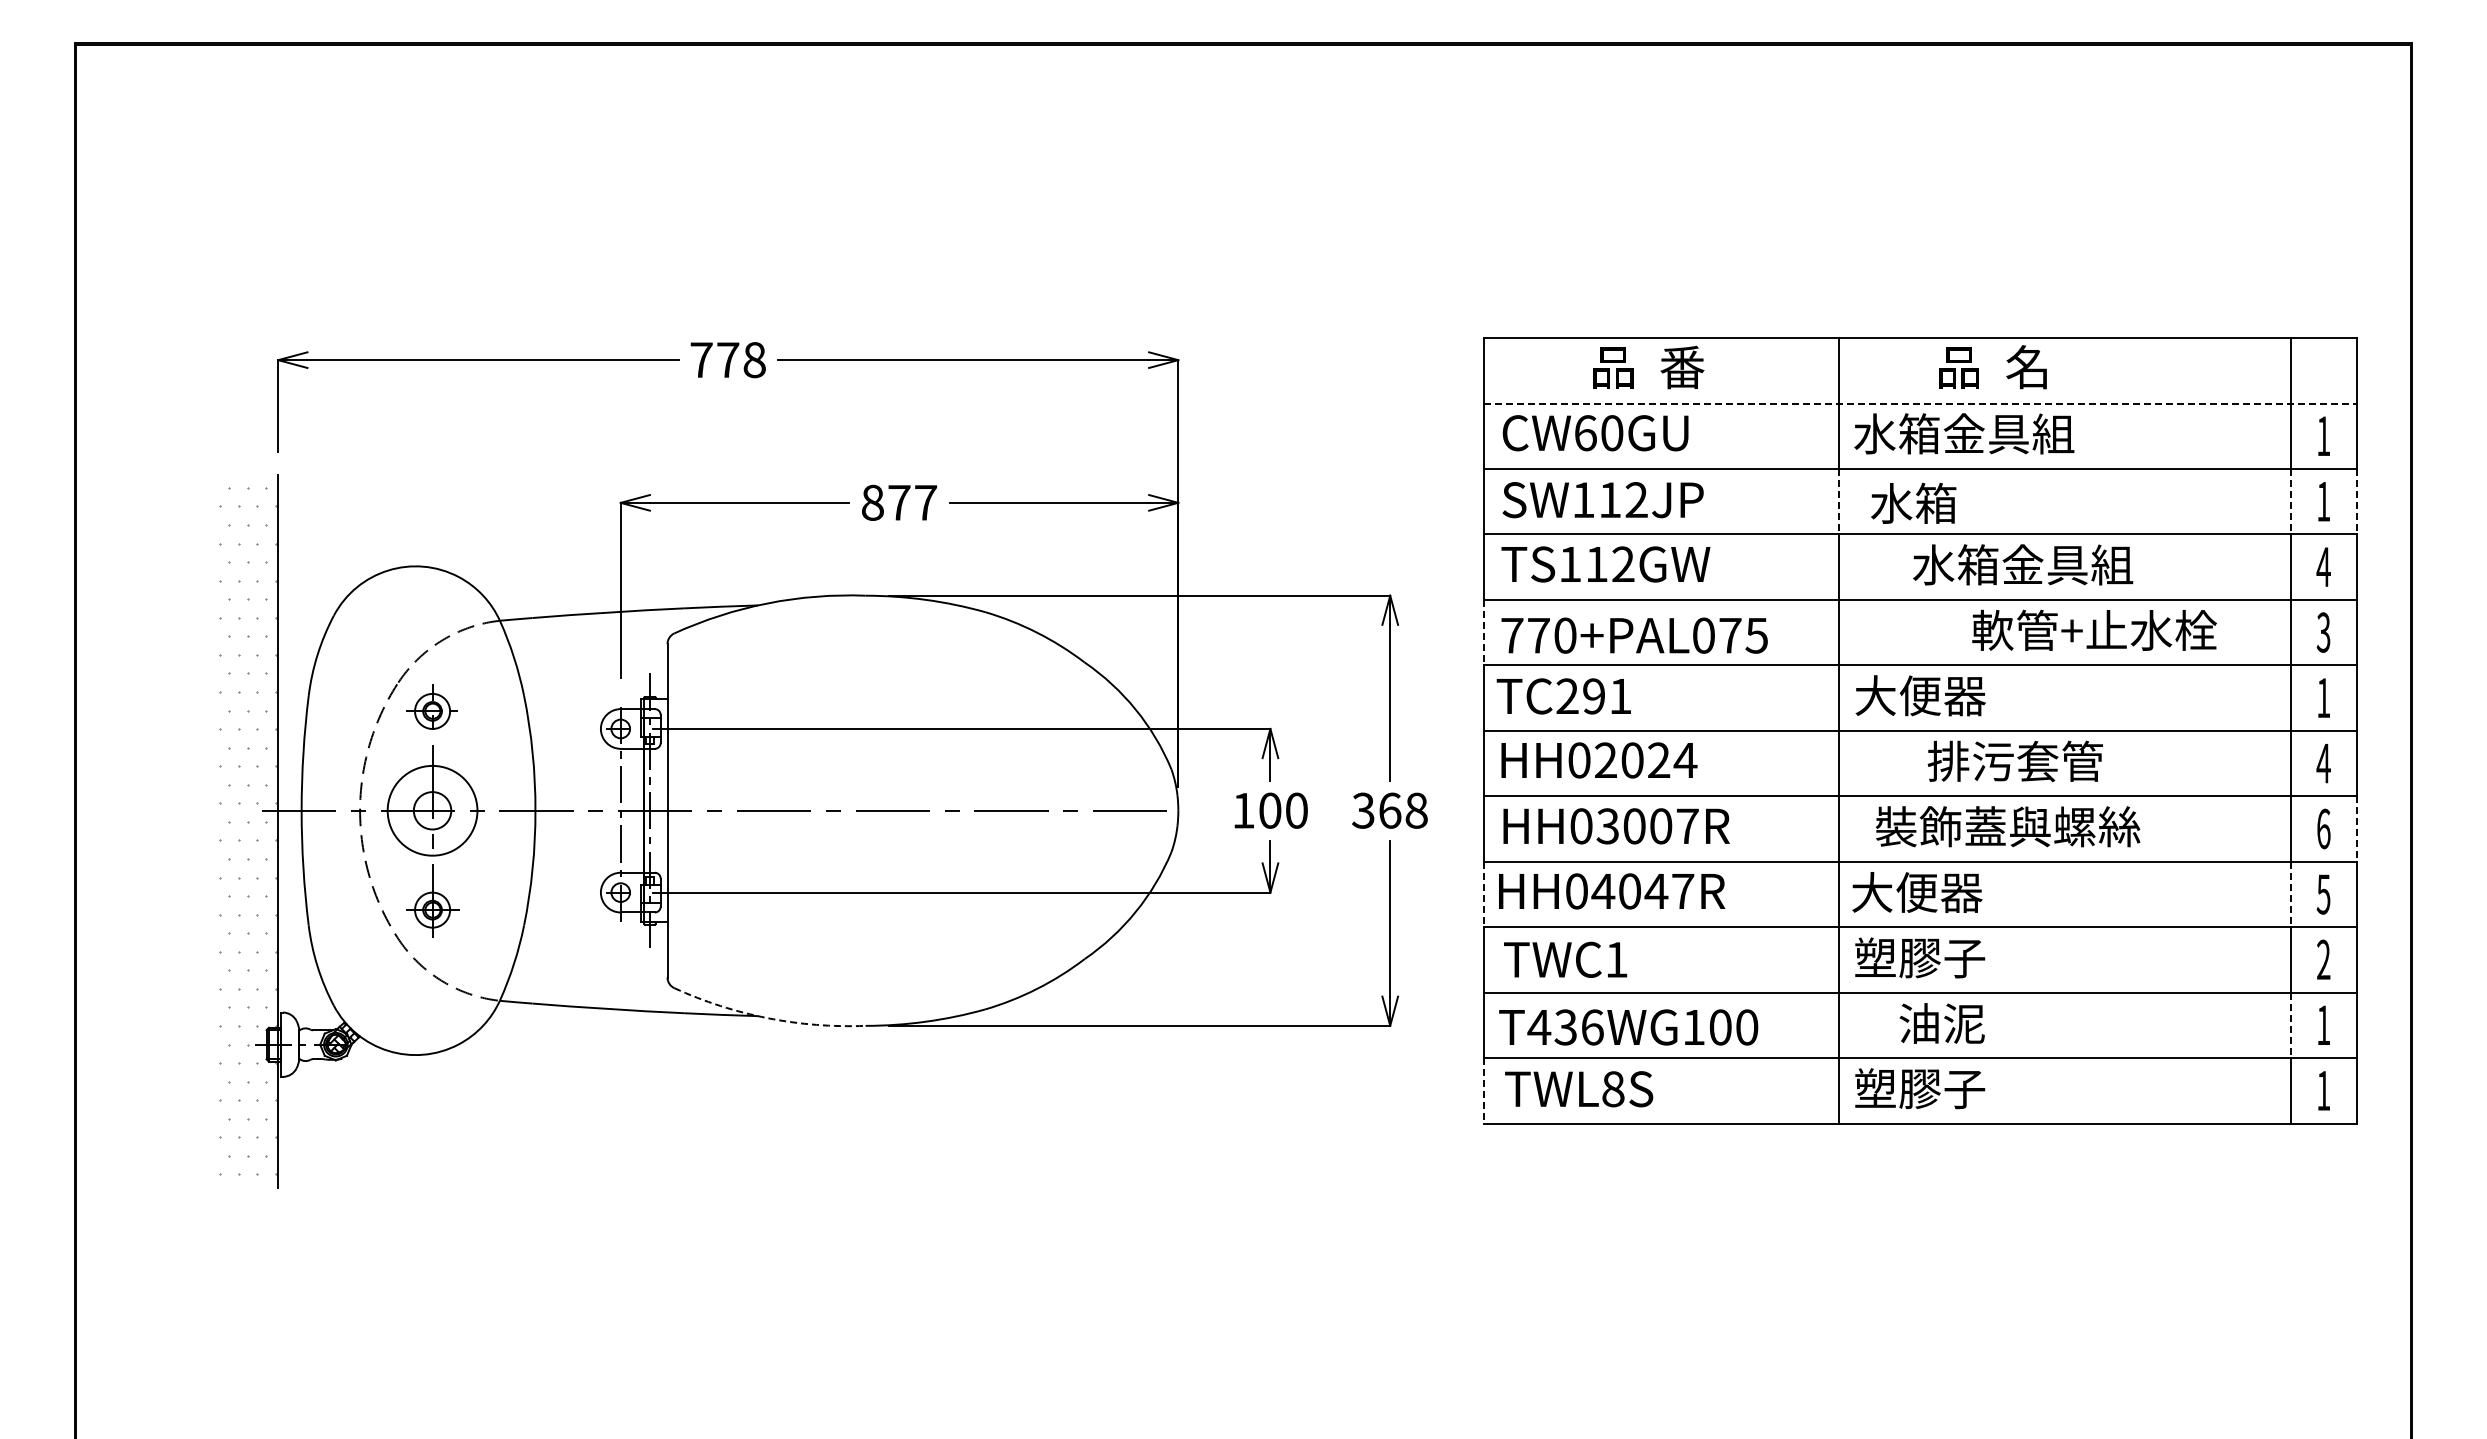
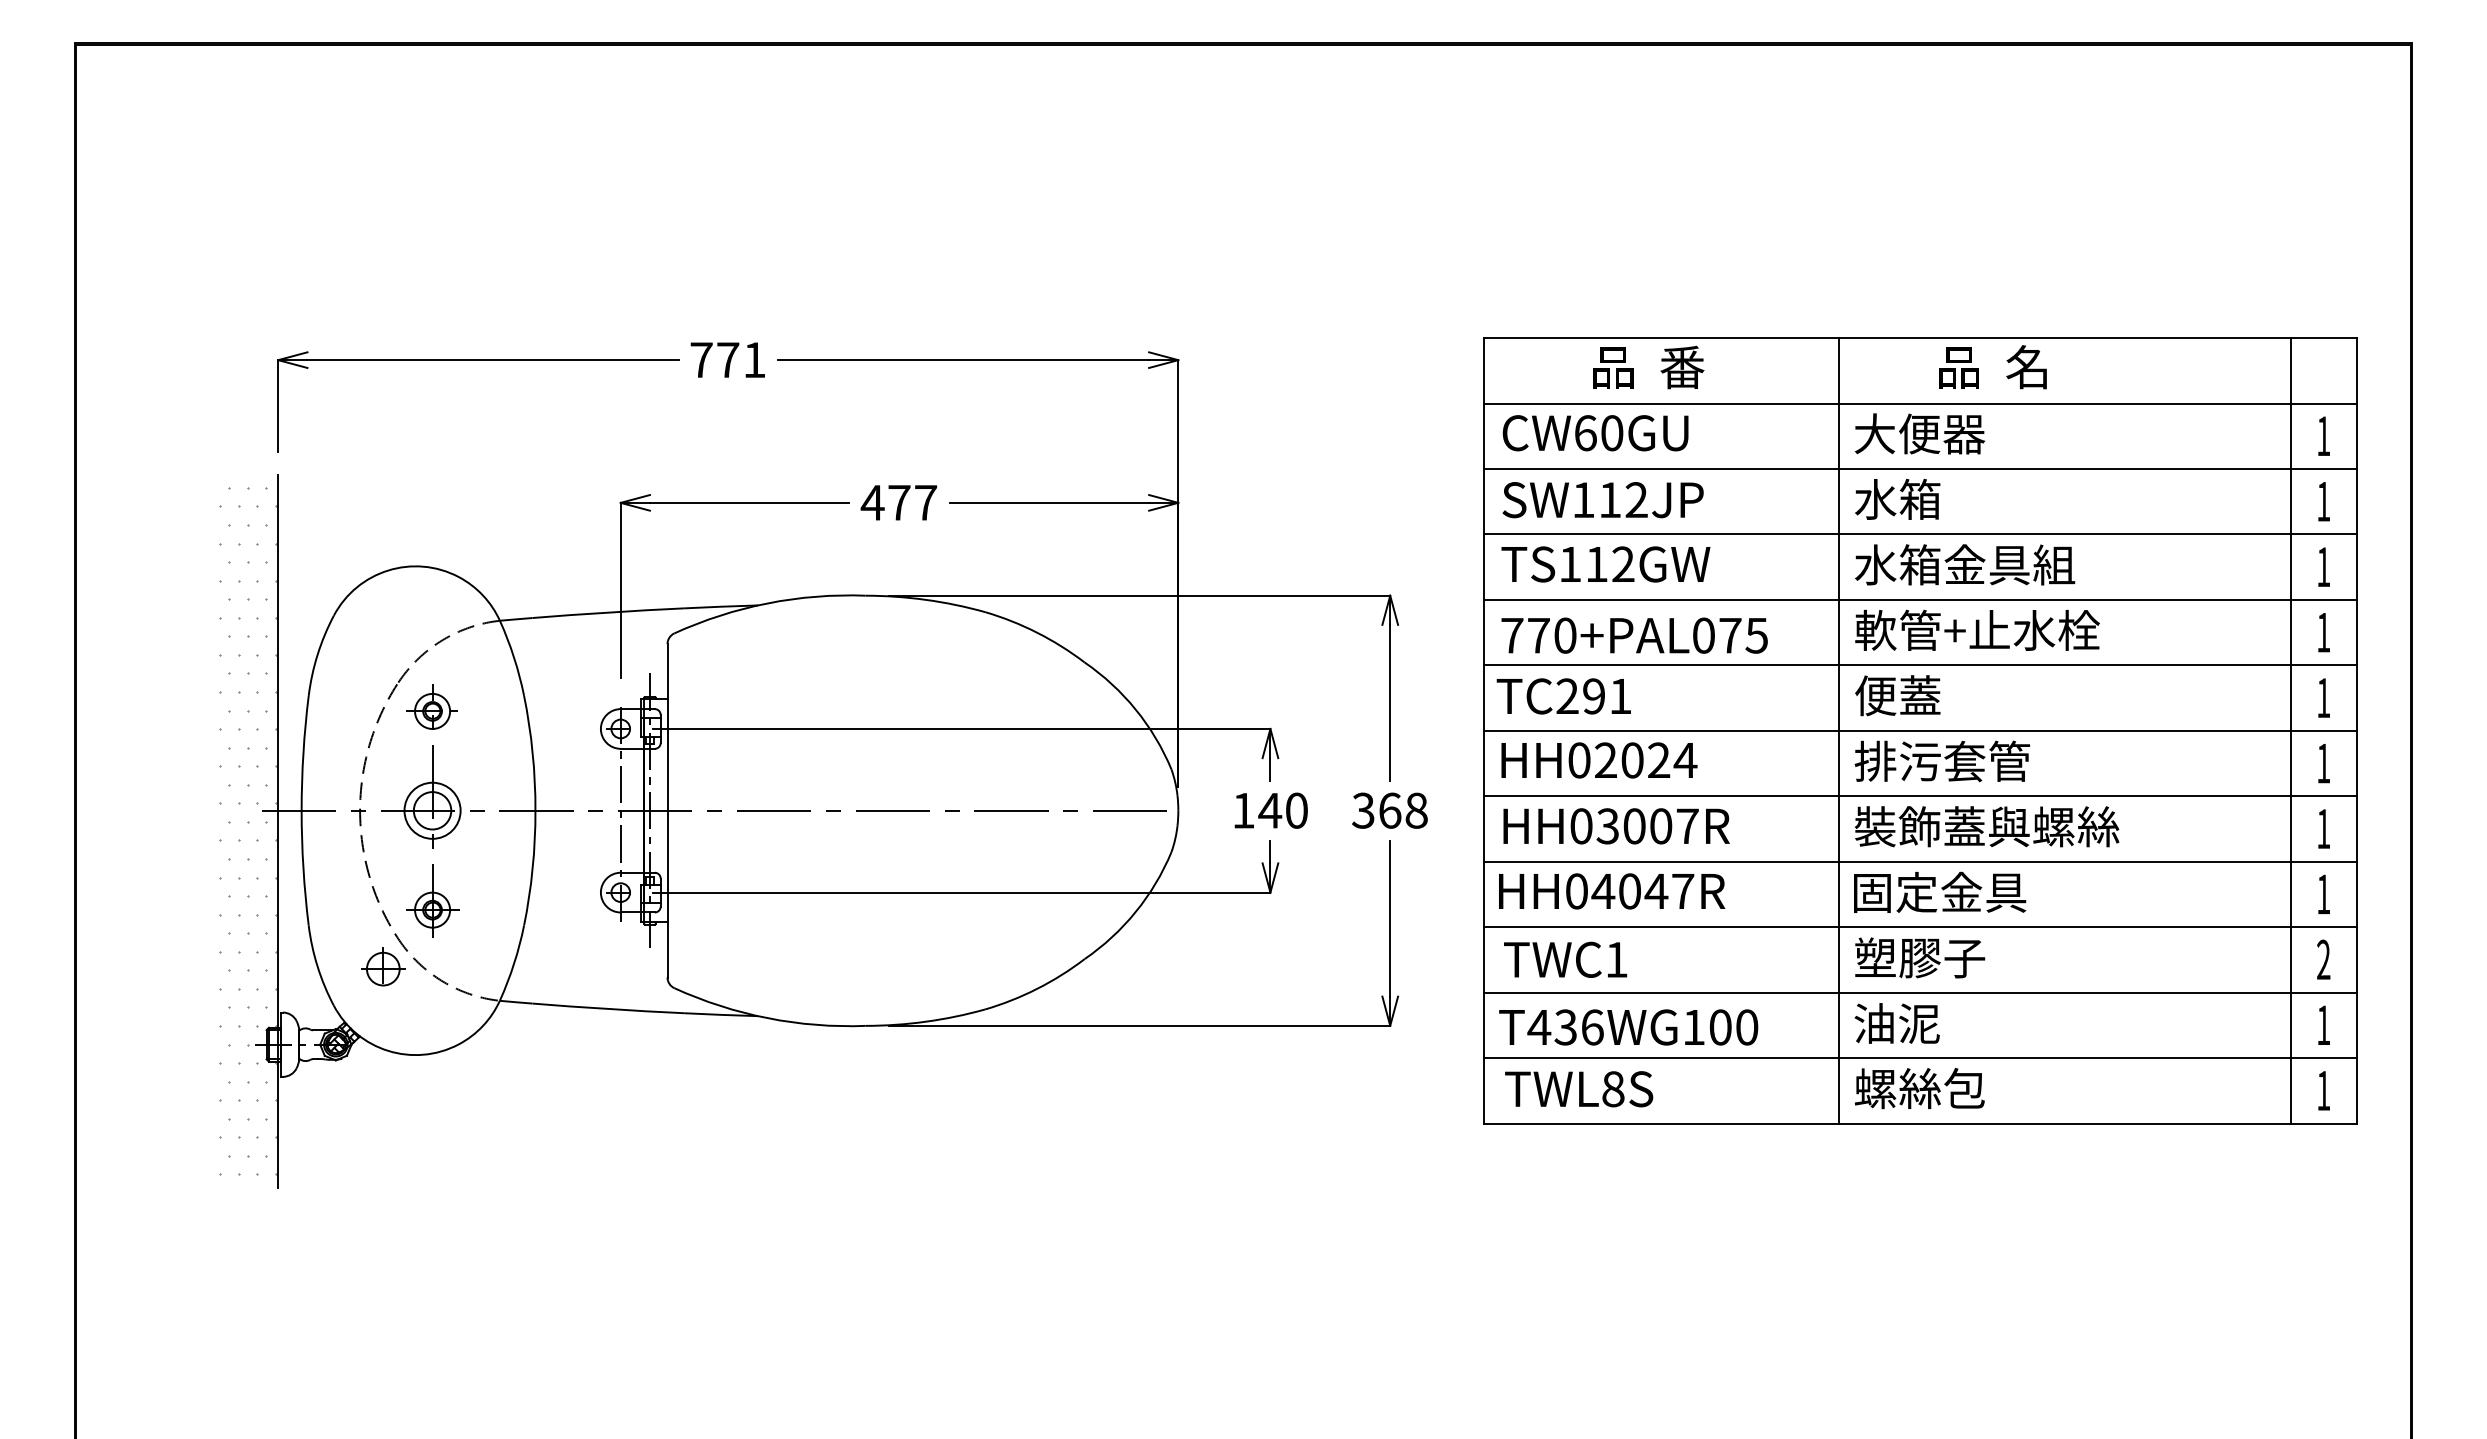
text at (754, 360): 778 -> 771
line at (1920, 403): dashed -> solid
text at (1964, 433): 水箱金具組 -> 大便器
line at (1839, 501): dashed -> solid
line at (2291, 501): dashed -> solid
line at (2356, 501): dashed -> solid
text at (872, 502): 877 -> 477
text at (1913, 502) position: (1913, 502) -> (1897, 498)
text at (2023, 564) position: (2023, 564) -> (1965, 564)
text at (2323, 566): 4 -> 1
text at (2094, 629) position: (2094, 629) -> (1977, 629)
line at (1484, 632): dashed -> solid
text at (2323, 632): 3 -> 1
text at (1920, 695): 大便器 -> 便蓋
text at (2014, 761) position: (2014, 761) -> (1941, 761)
text at (2323, 763): 4 -> 1
circle at (432, 810) diameter: 90 px -> 56 px
text at (1270, 810): 100 -> 140
text at (2008, 826) position: (2008, 826) -> (1987, 826)
text at (2323, 828): 6 -> 1
line at (2356, 829): dashed -> solid
text at (1939, 891): 大便器 -> 固定金具
line at (1484, 894): dashed -> solid
line at (2291, 894): dashed -> solid
text at (2323, 894): 5 -> 1
part at (383, 966): none -> present
arc at (767, 1018): dashed -> solid
text at (1941, 1023) position: (1941, 1023) -> (1896, 1023)
line at (2291, 1025): dashed -> solid
text at (1919, 1088): 塑膠子 -> 螺絲包
line at (1484, 1090): dashed -> solid
